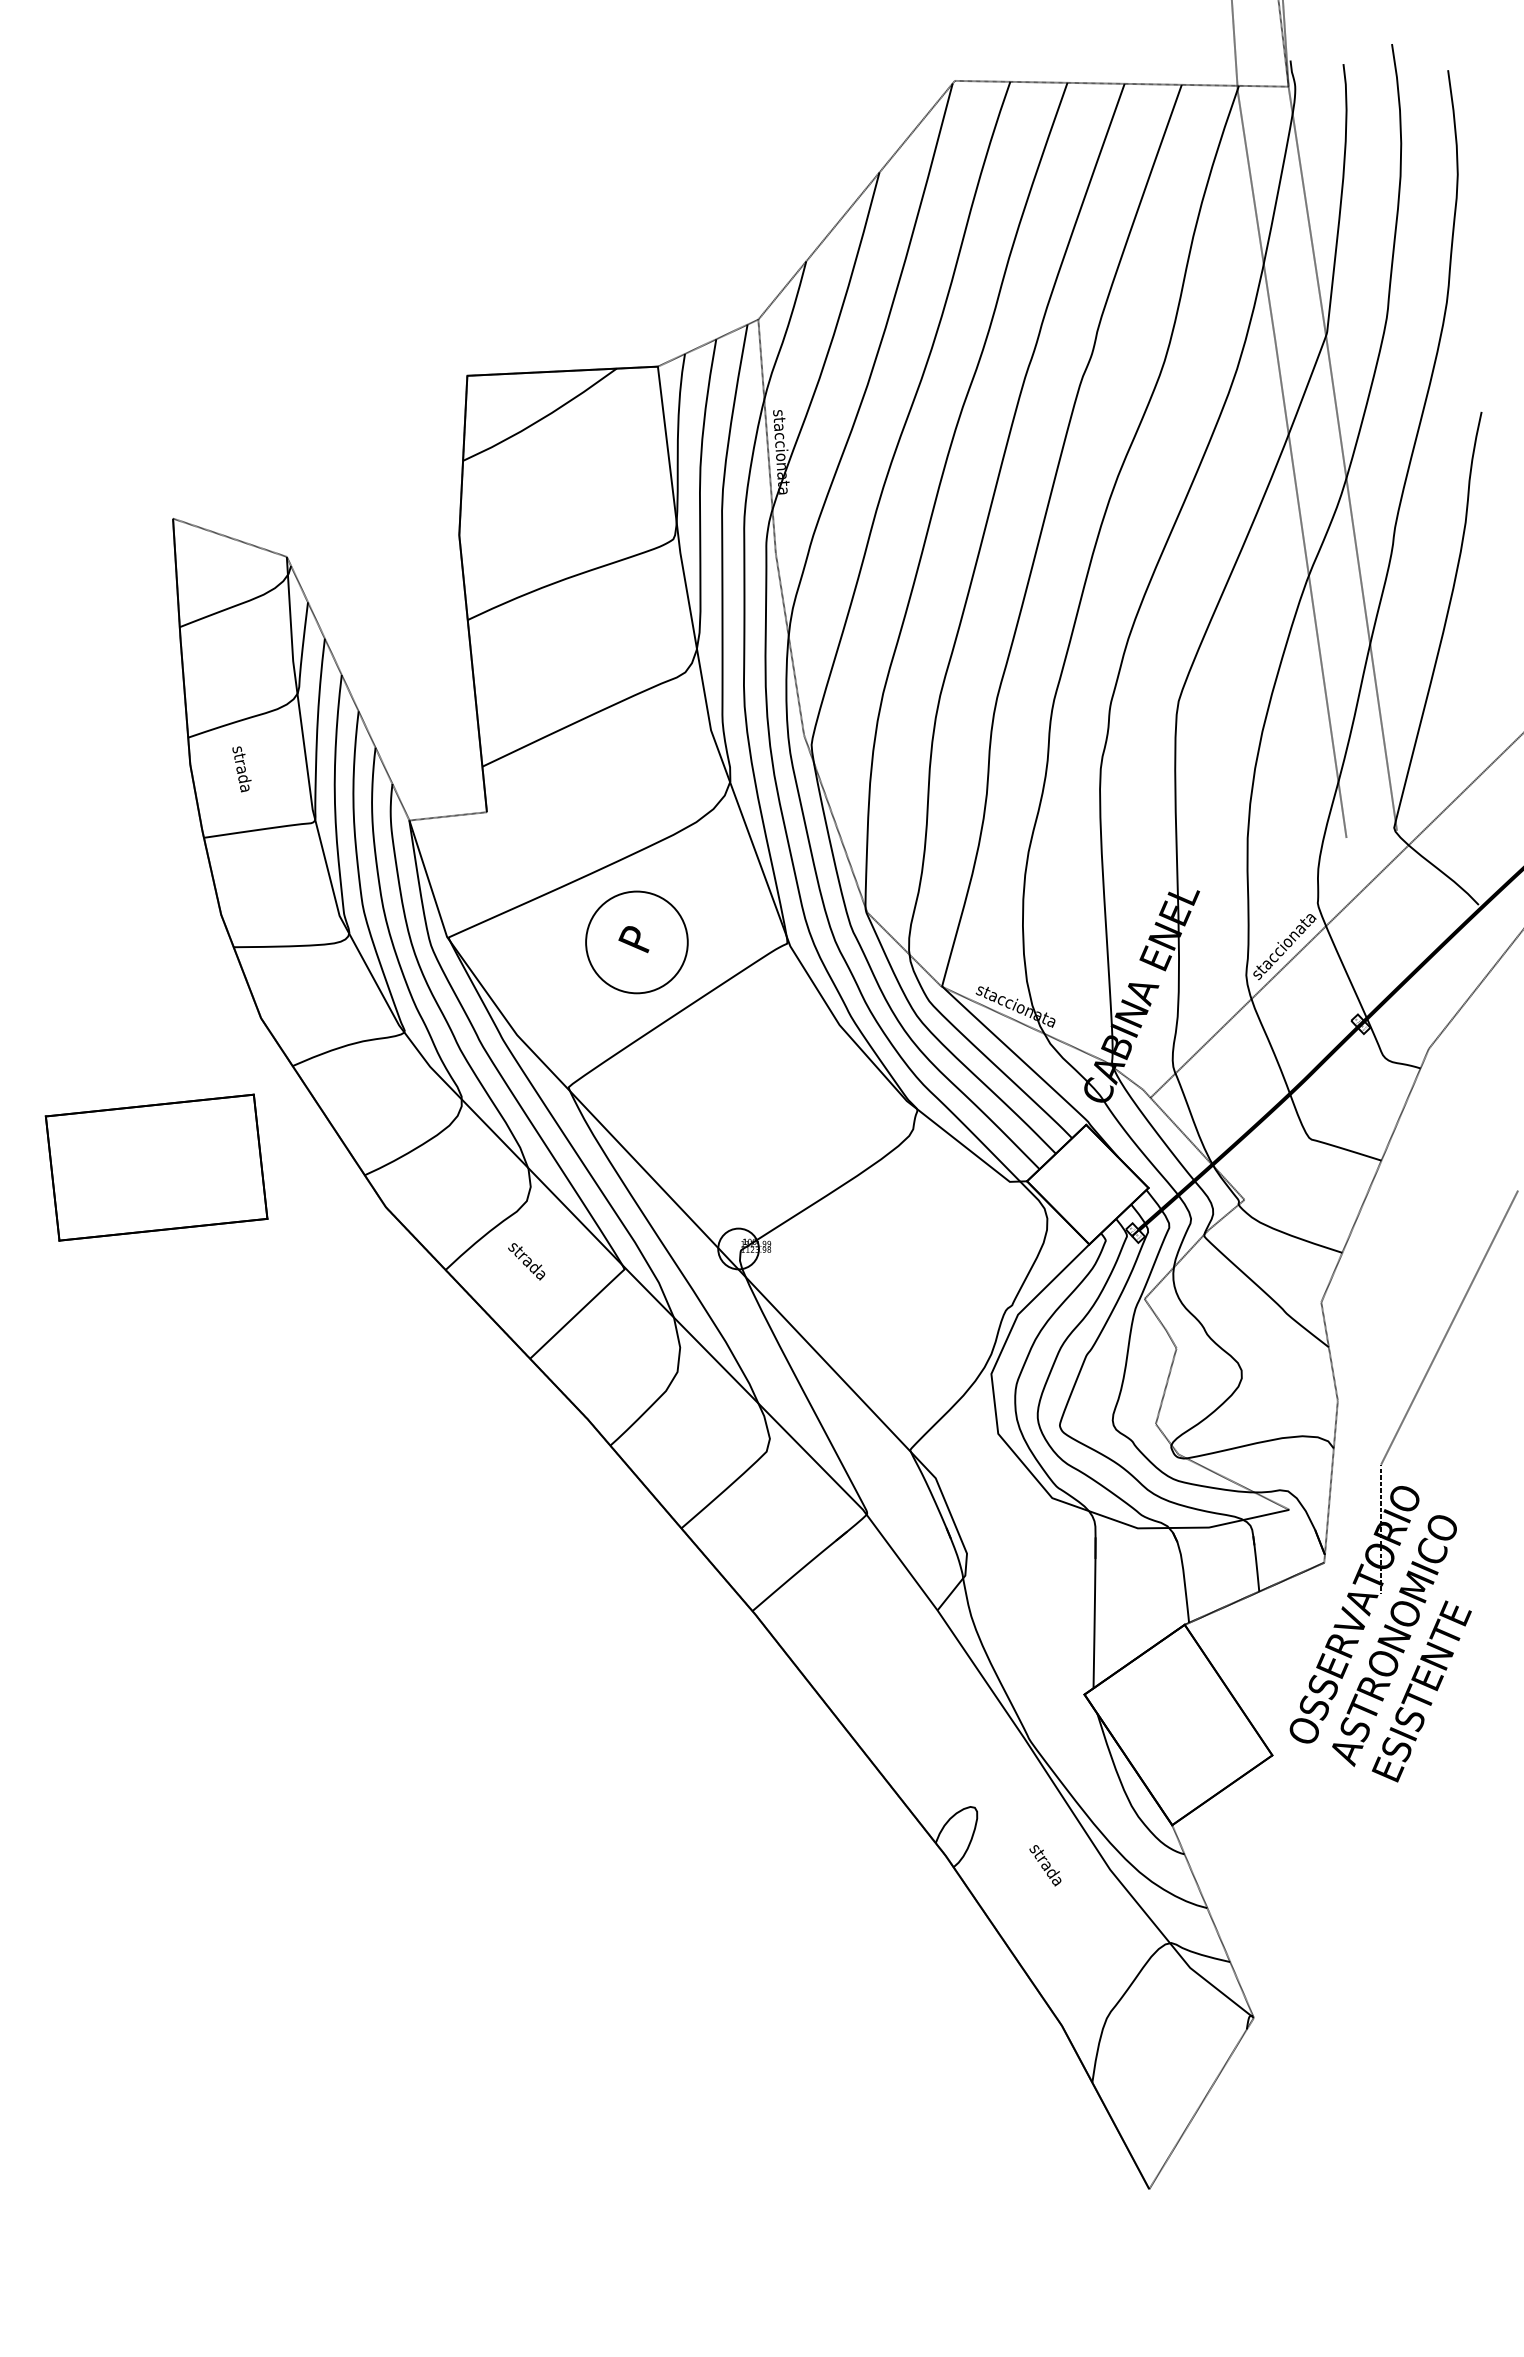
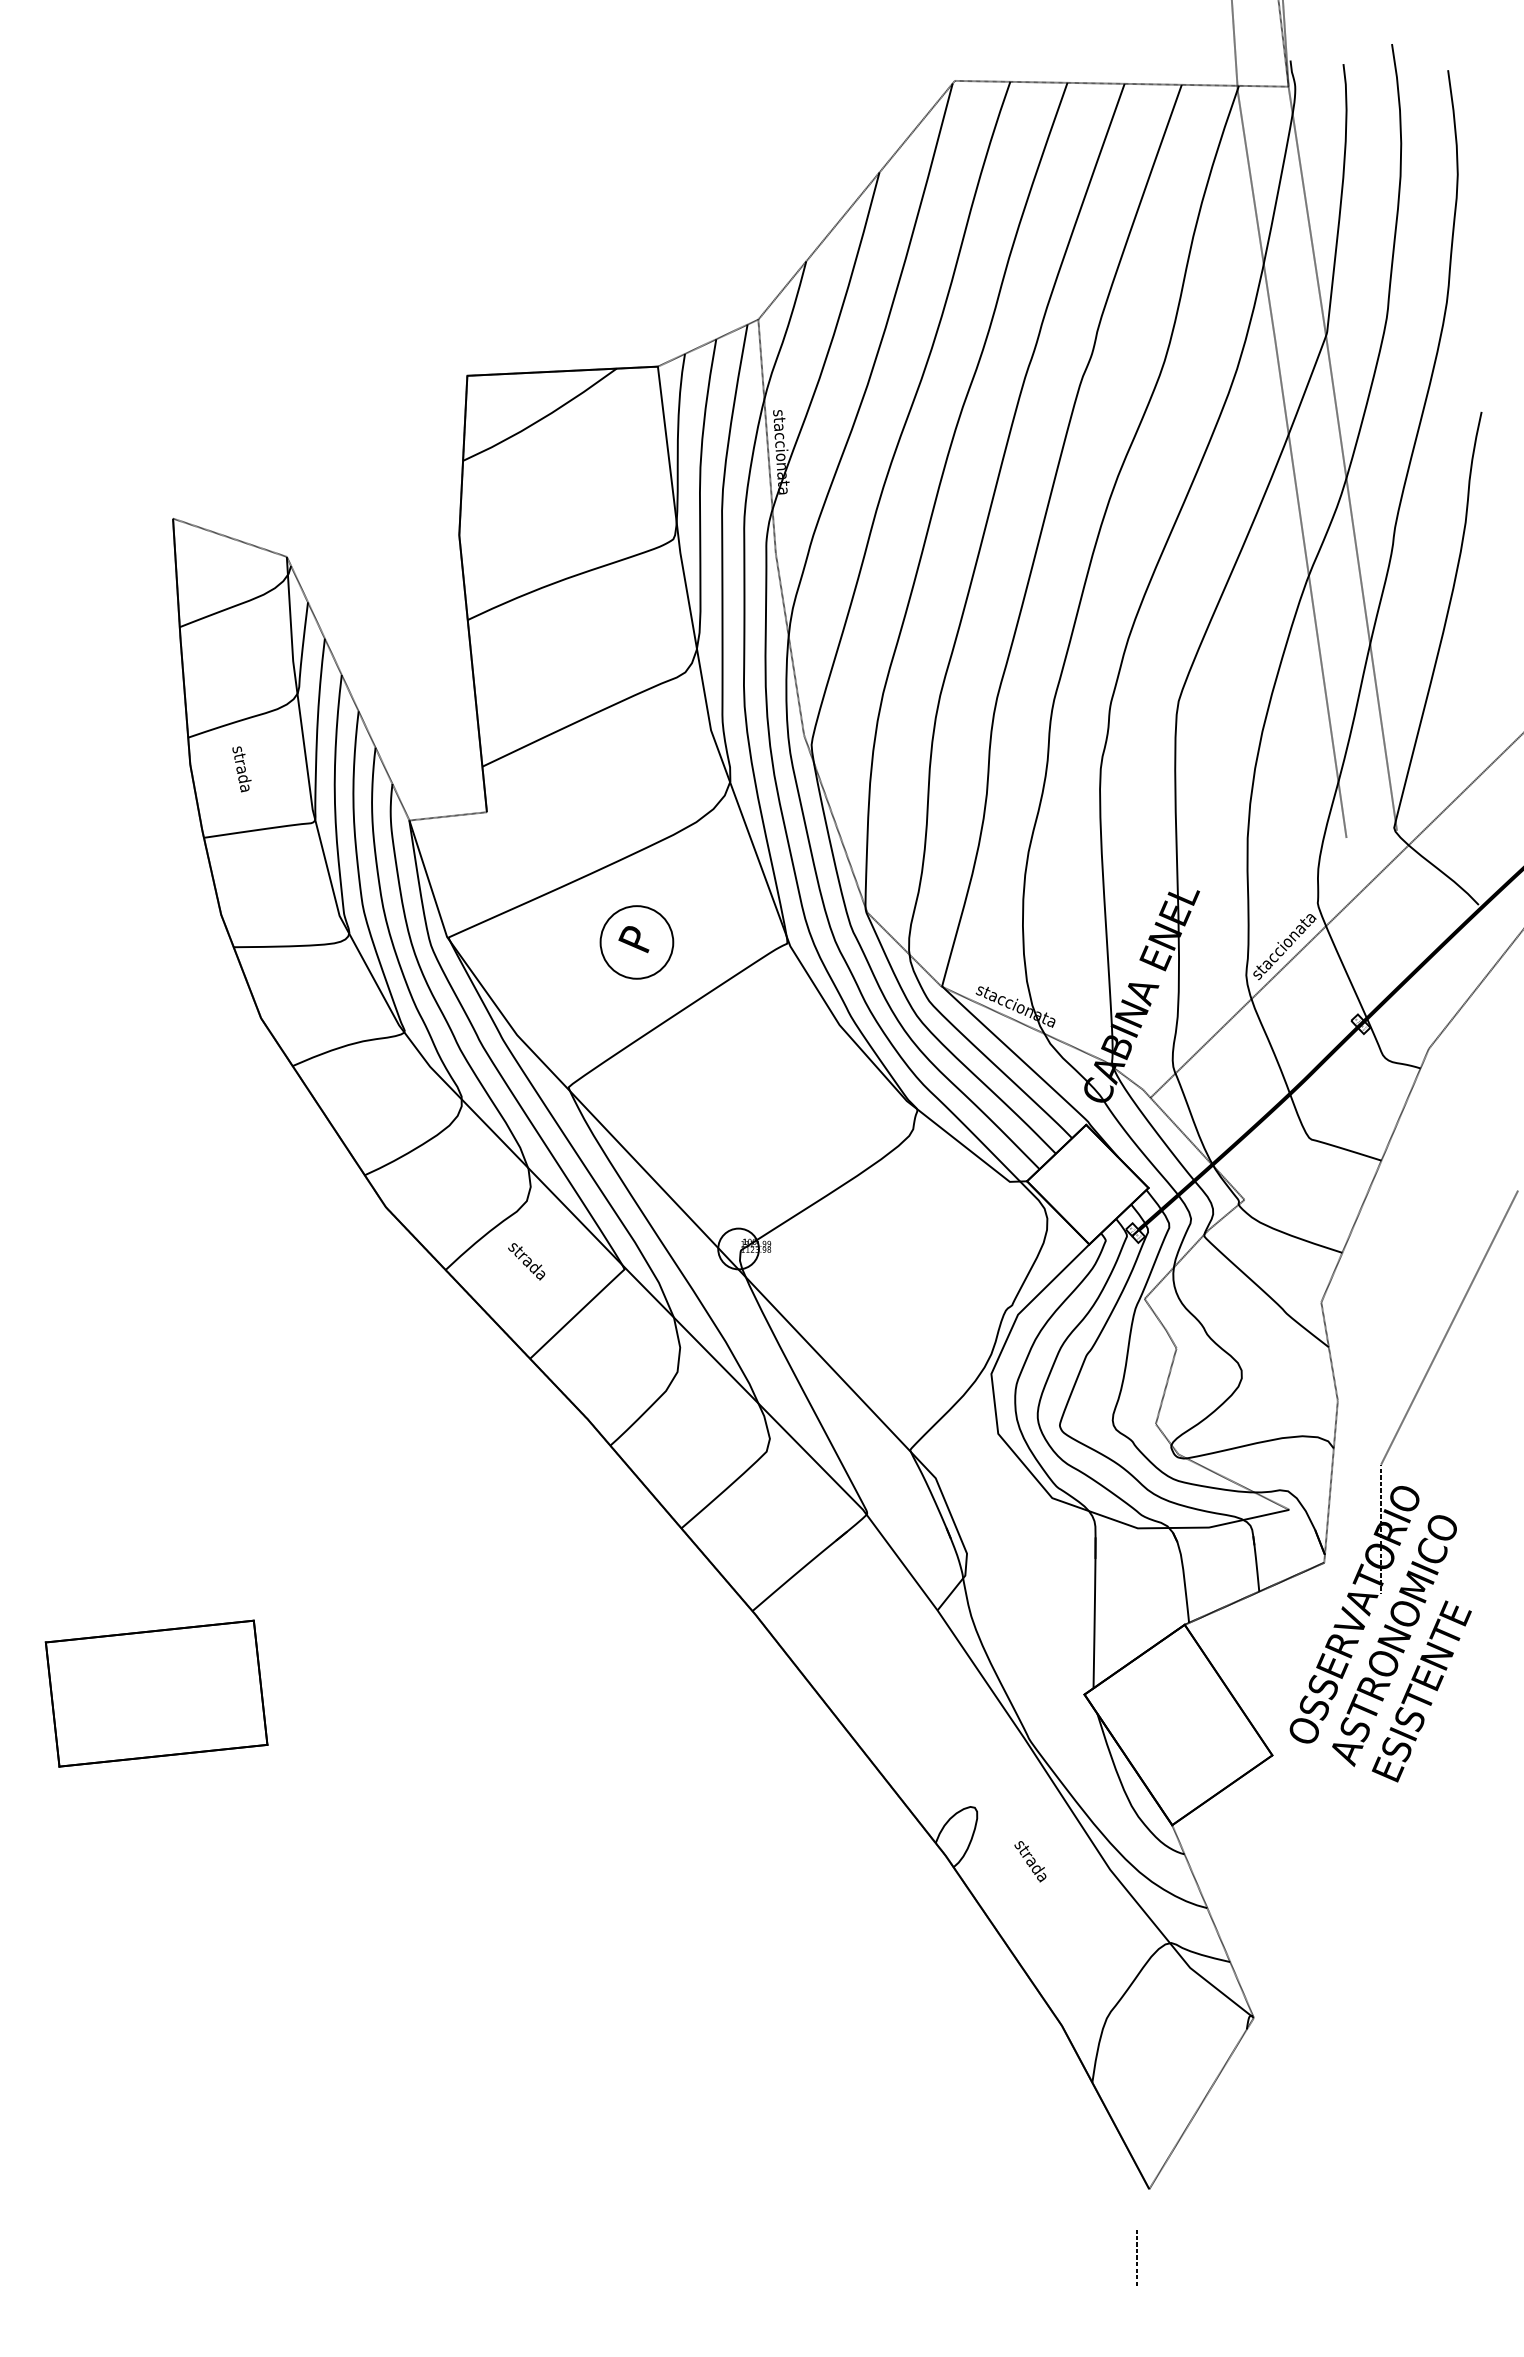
circle at (636, 942) diameter: 102 px -> 73 px
part at (156, 1167) position: (156, 1167) -> (156, 1693)
text at (1045, 1865) position: (1045, 1865) -> (1030, 1861)
line at (1137, 2258): none -> present
